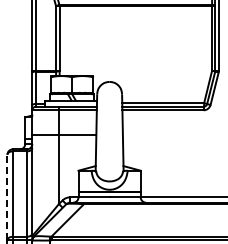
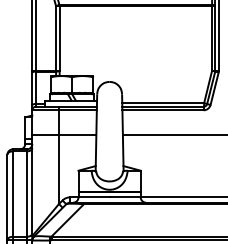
line at (173, 135): none -> present
line at (7, 197): dashed -> solid
